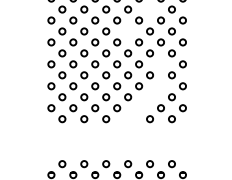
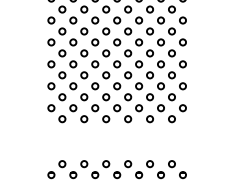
circle at (149, 9): none -> present
circle at (128, 31): none -> present
circle at (160, 64): none -> present
part at (144, 102): none -> present
